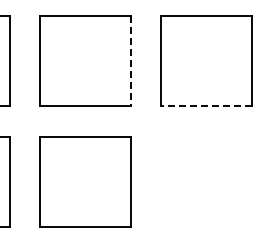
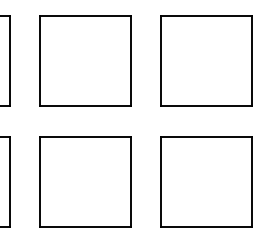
line at (130, 61): dashed -> solid
line at (205, 106): dashed -> solid
part at (206, 181): none -> present
